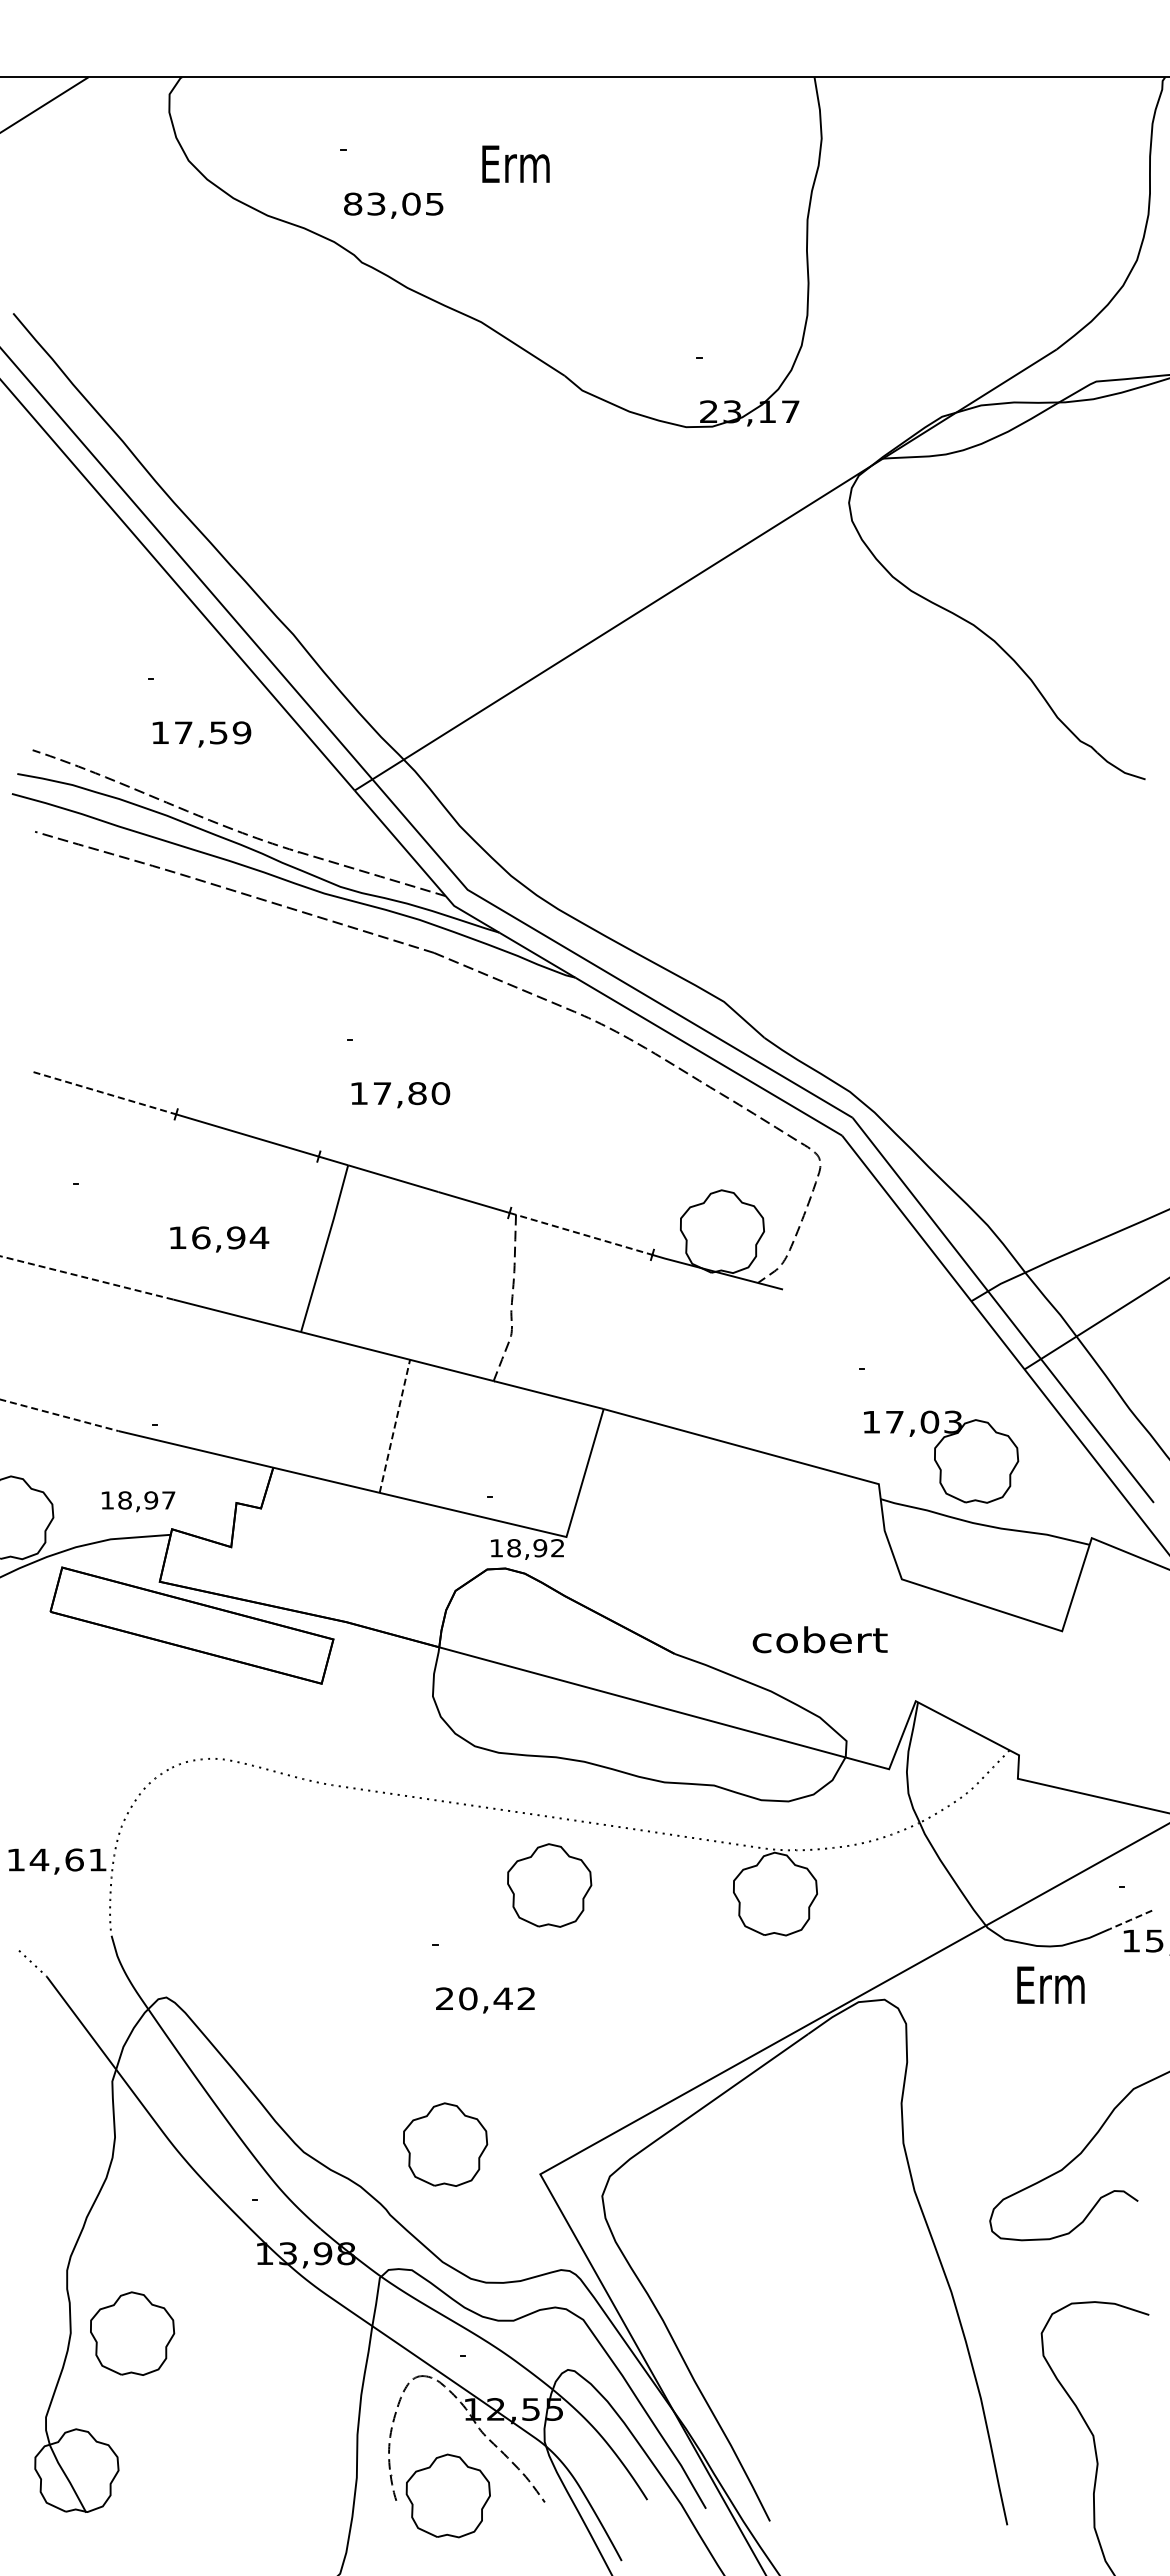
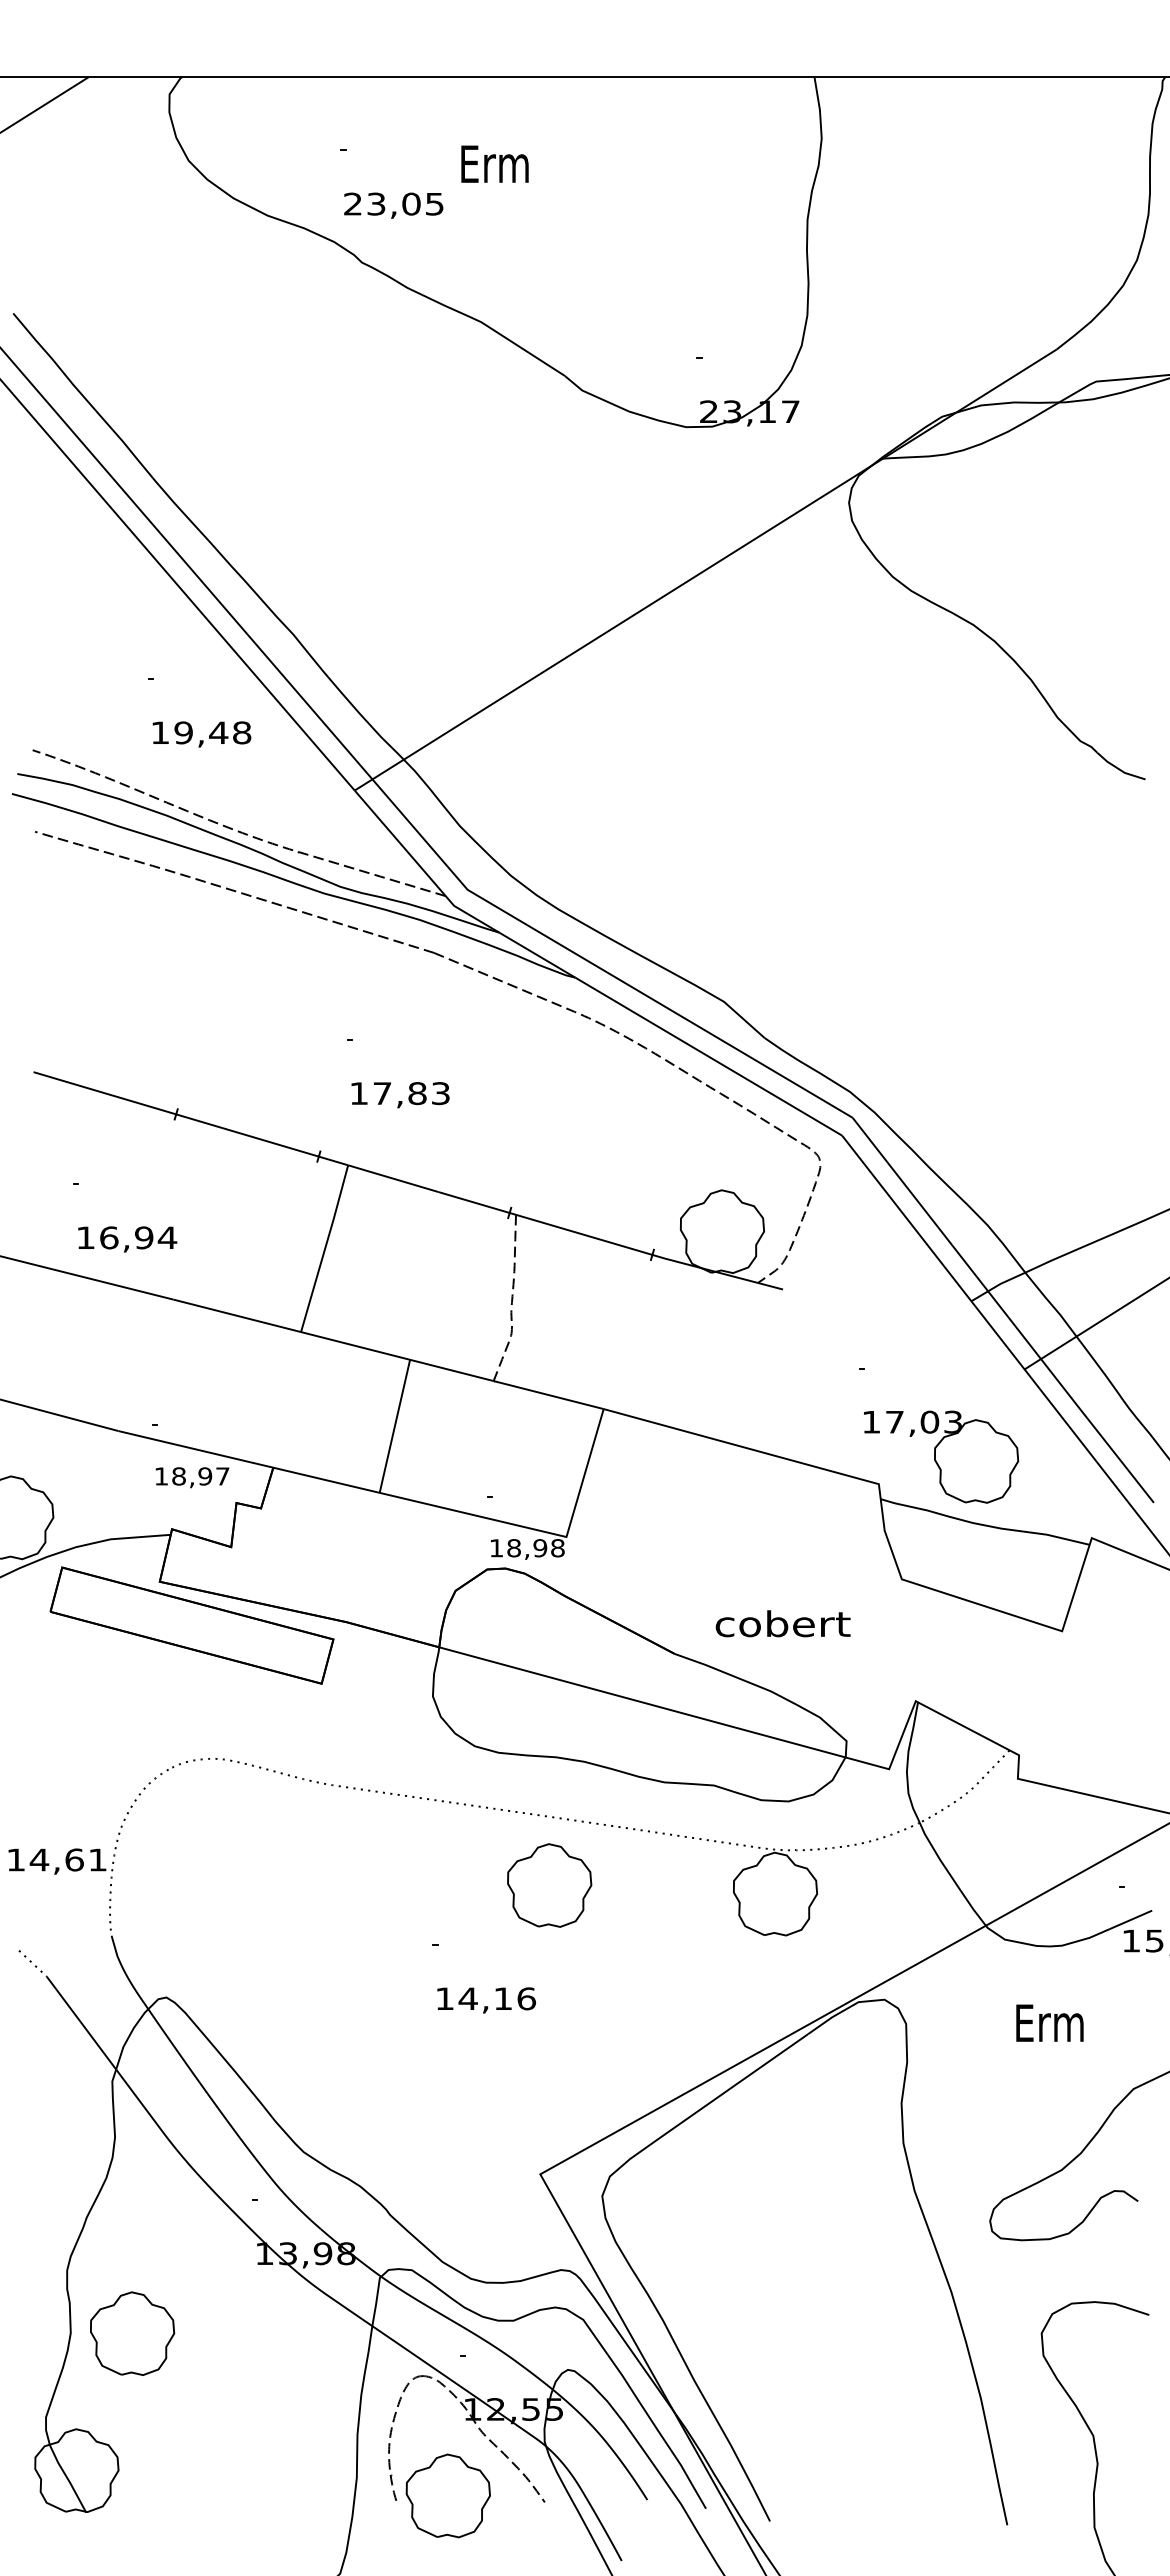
text at (515, 163) position: (515, 163) -> (494, 163)
text at (353, 203): 83,05 -> 23,05
text at (212, 732): 17,59 -> 19,48
line at (105, 1093): dashed -> solid
text at (440, 1093): 17,80 -> 17,83
line at (581, 1234): dashed -> solid
text at (219, 1239) position: (219, 1239) -> (127, 1239)
line at (86, 1277): dashed -> solid
line at (59, 1415): dashed -> solid
line at (395, 1425): dashed -> solid
text at (138, 1501) position: (138, 1501) -> (192, 1477)
text at (557, 1548): 18,92 -> 18,98
text at (819, 1639) position: (819, 1639) -> (782, 1623)
line at (1130, 1920): dashed -> solid
text at (1050, 1984) position: (1050, 1984) -> (1049, 2022)
text at (486, 1998): 20,42 -> 14,16
part at (445, 2144): present -> none
